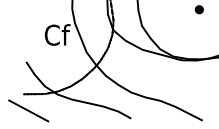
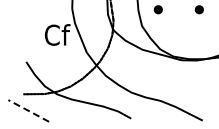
part at (157, 9): none -> present
line at (28, 110): solid -> dashed
